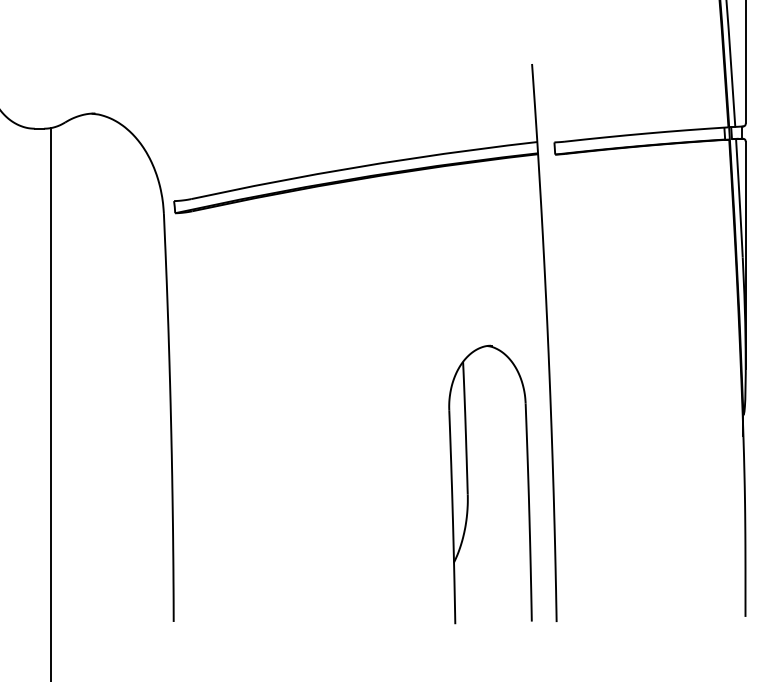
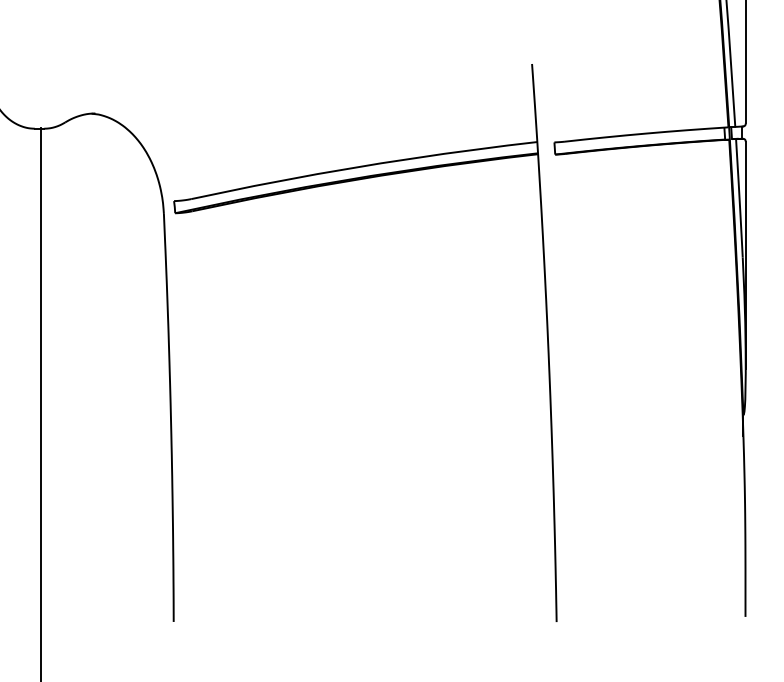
line at (51, 402) position: (51, 402) -> (41, 402)
part at (468, 484): present -> none
